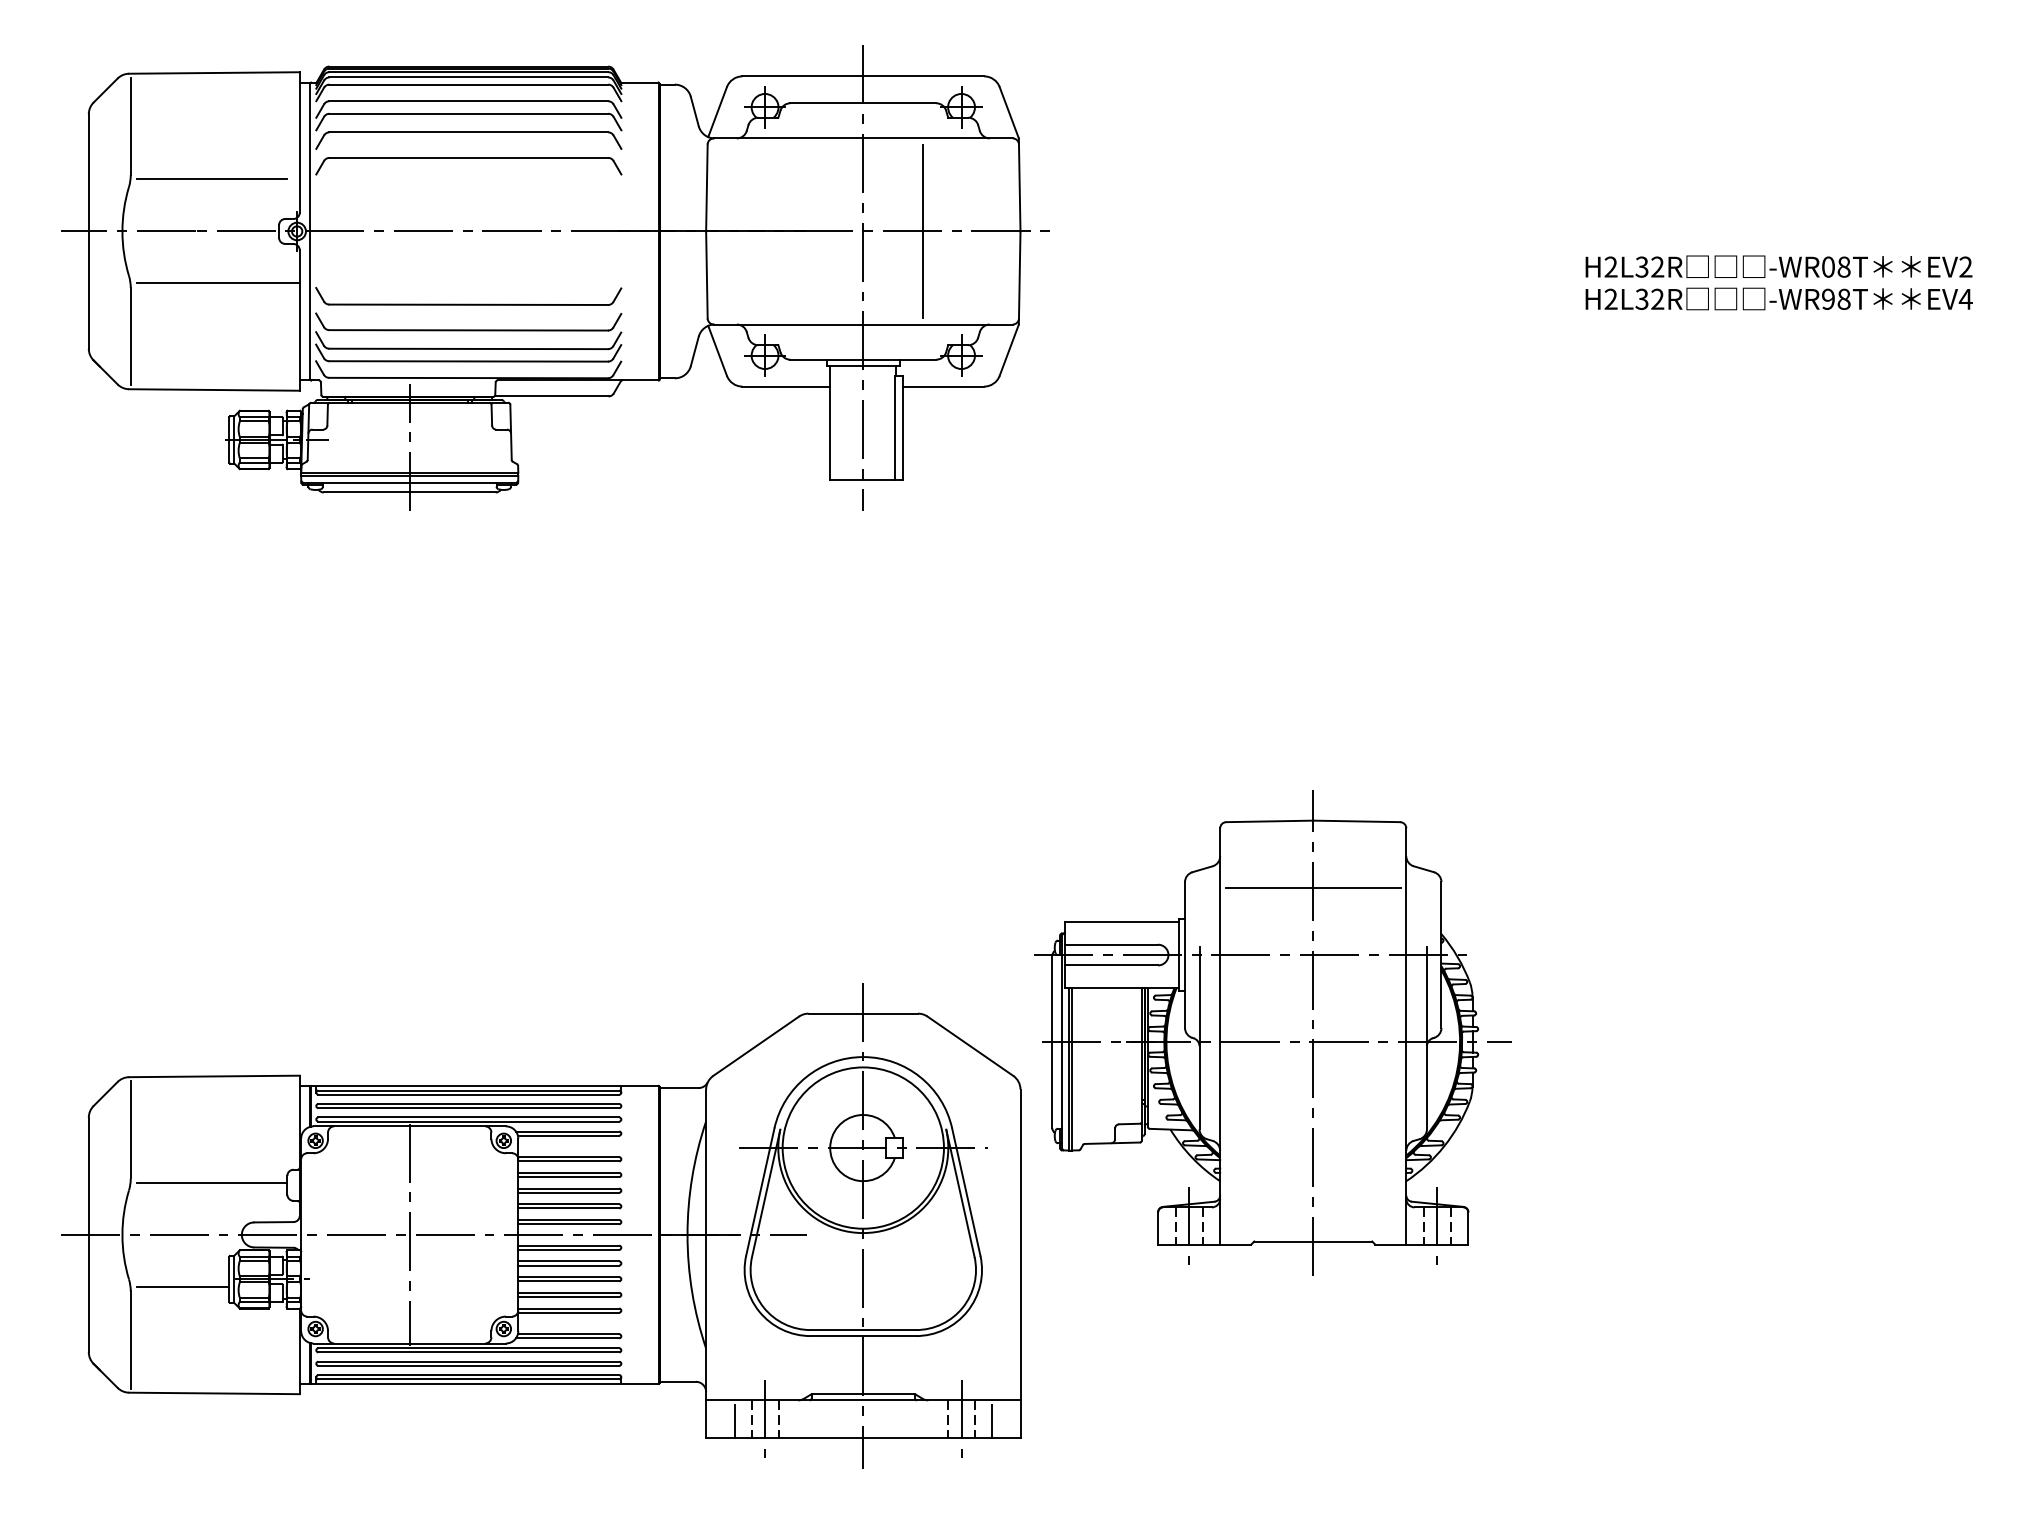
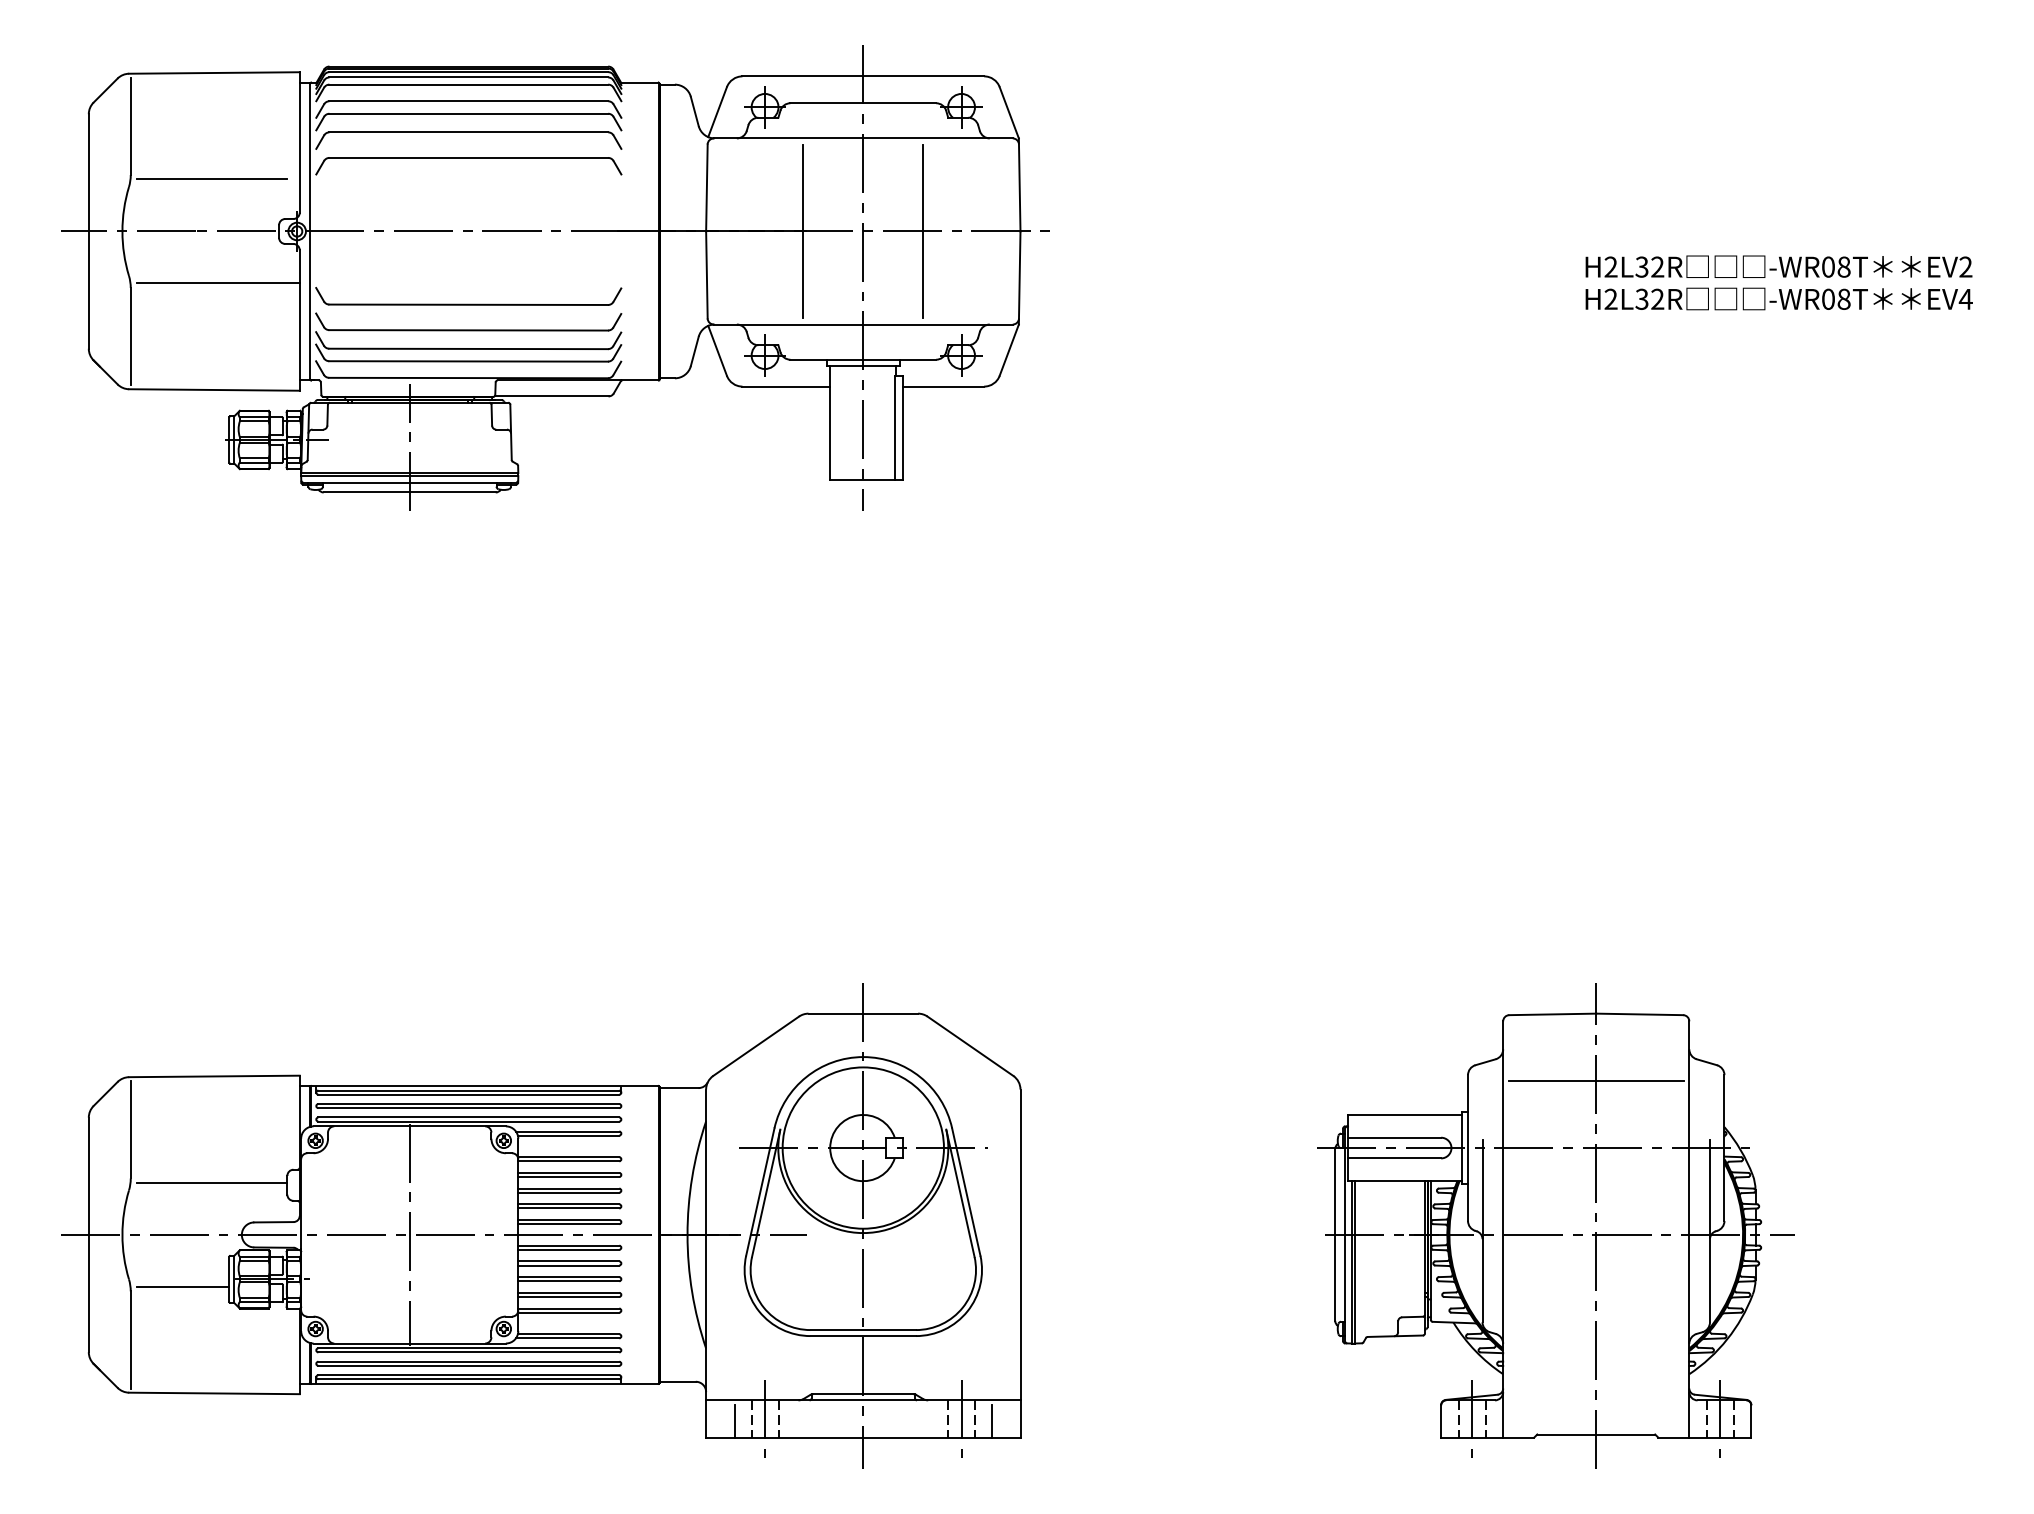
line at (803, 231): none -> present
text at (1828, 298): -WR98T -> -WR08T
part at (1272, 1032) position: (1272, 1032) -> (1555, 1225)
